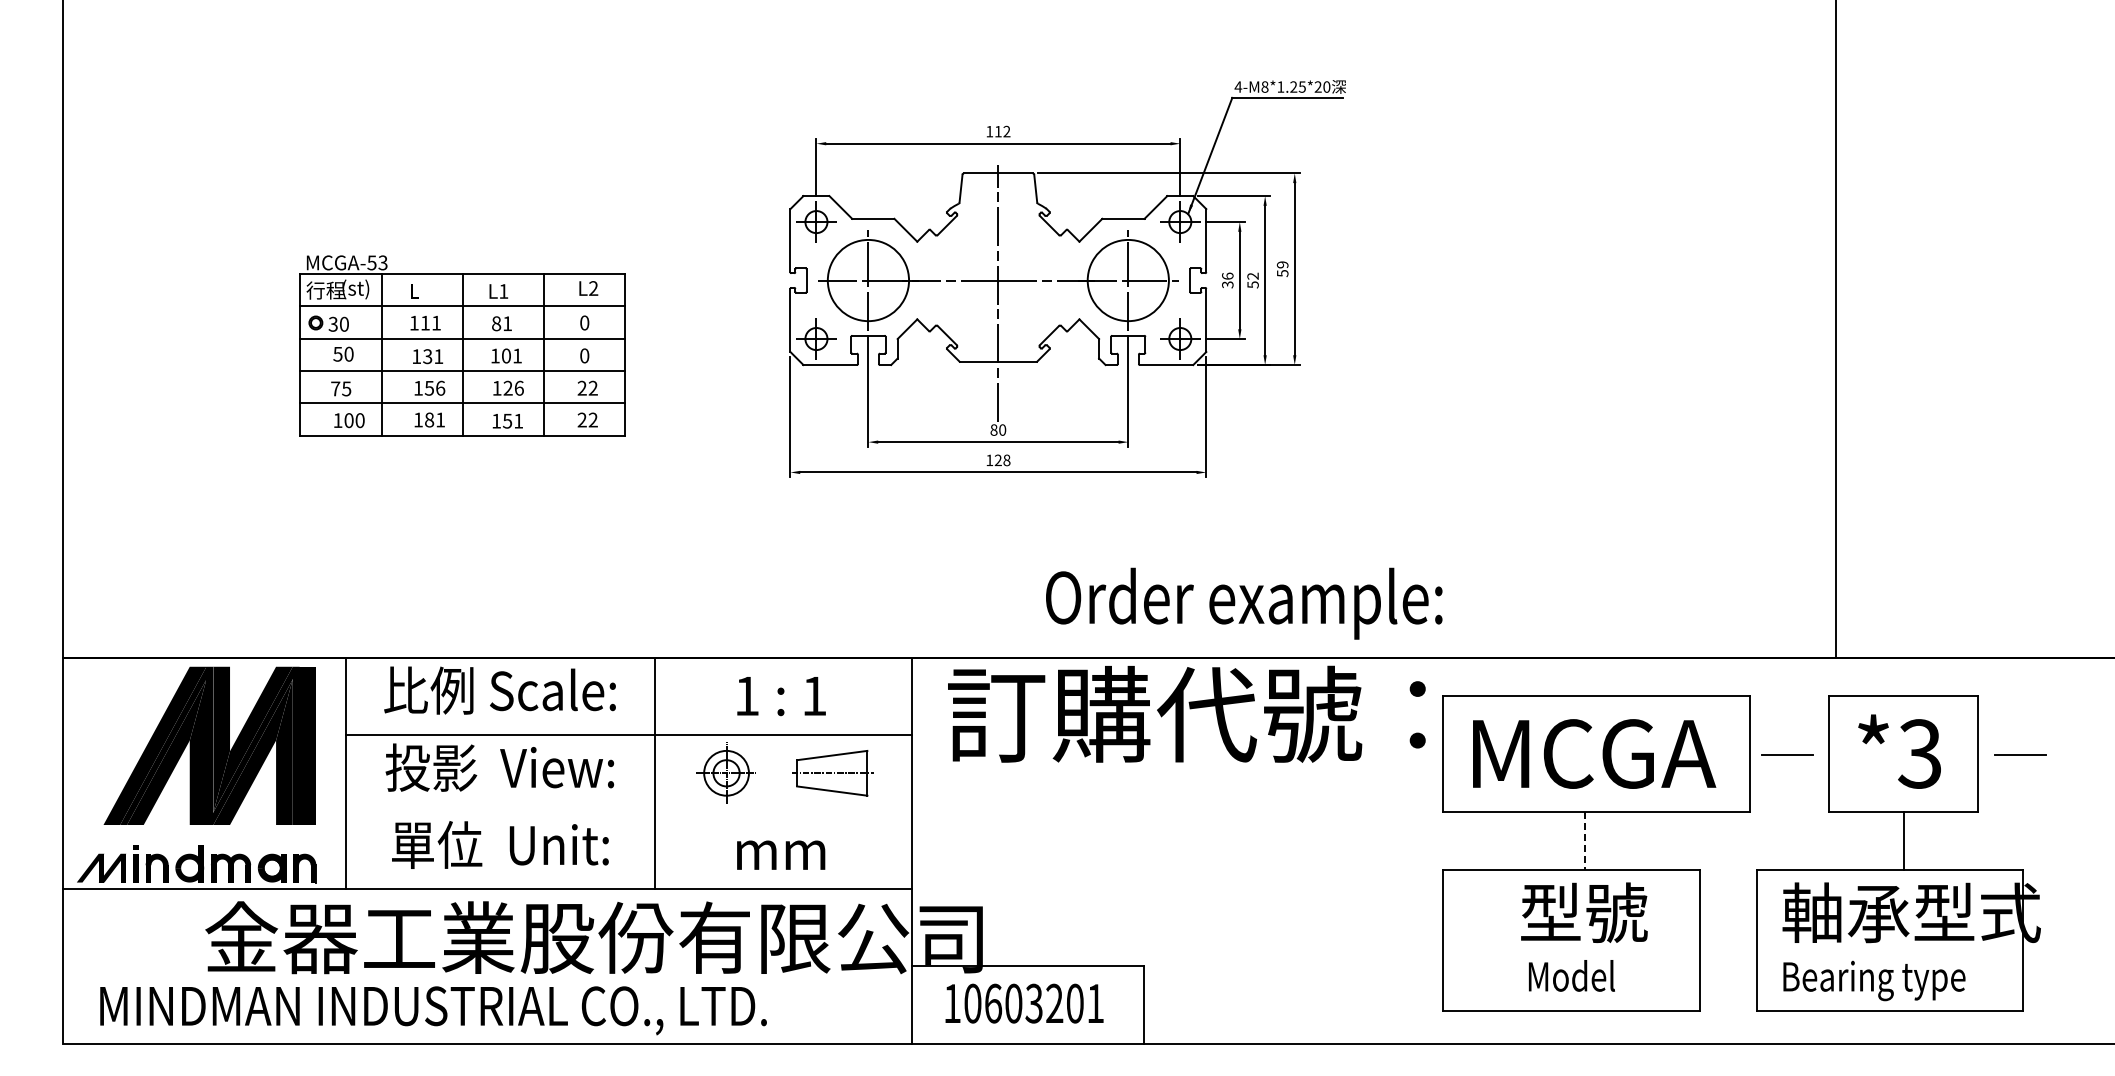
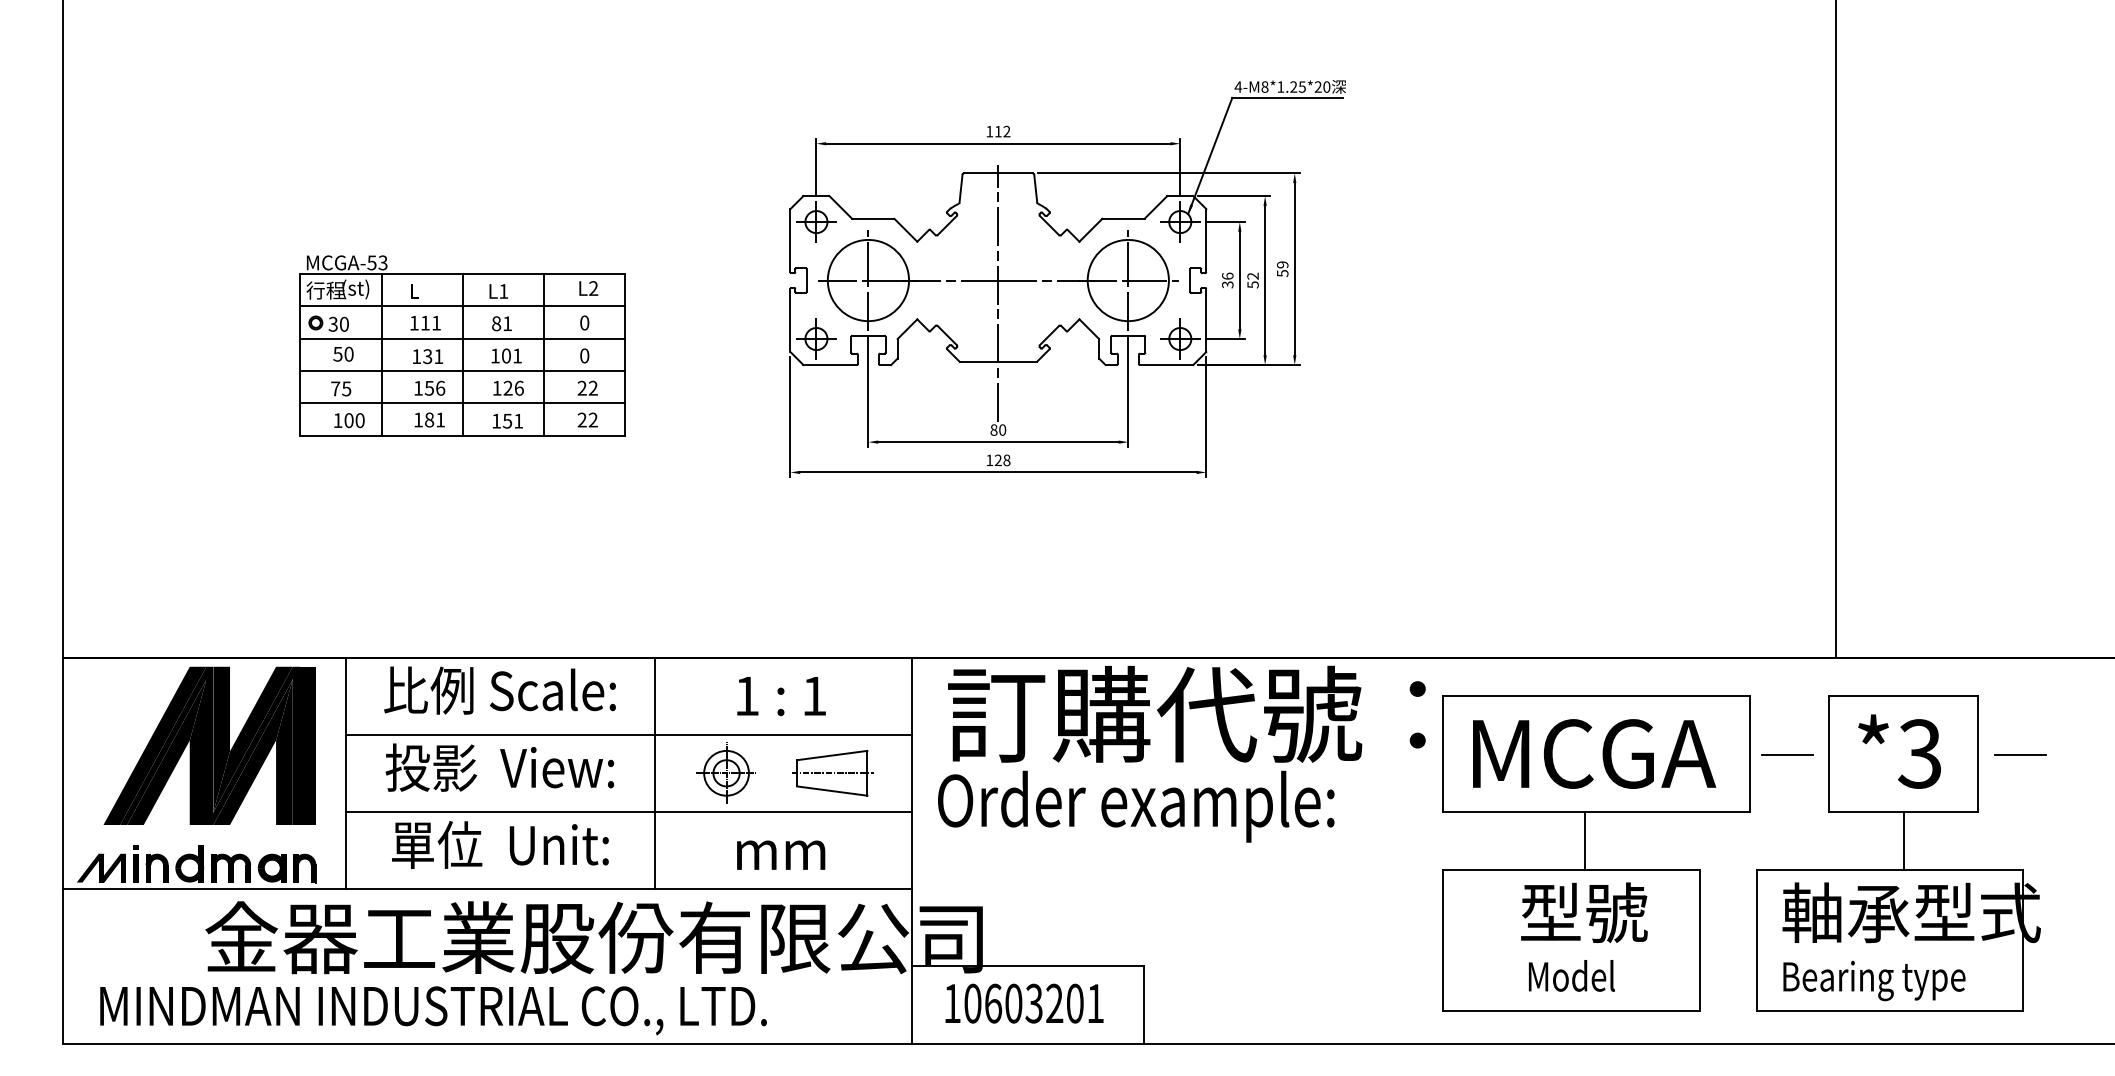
text at (1244, 603) position: (1244, 603) -> (1136, 806)
line at (629, 811): none -> present
line at (1585, 840): dashed -> solid
